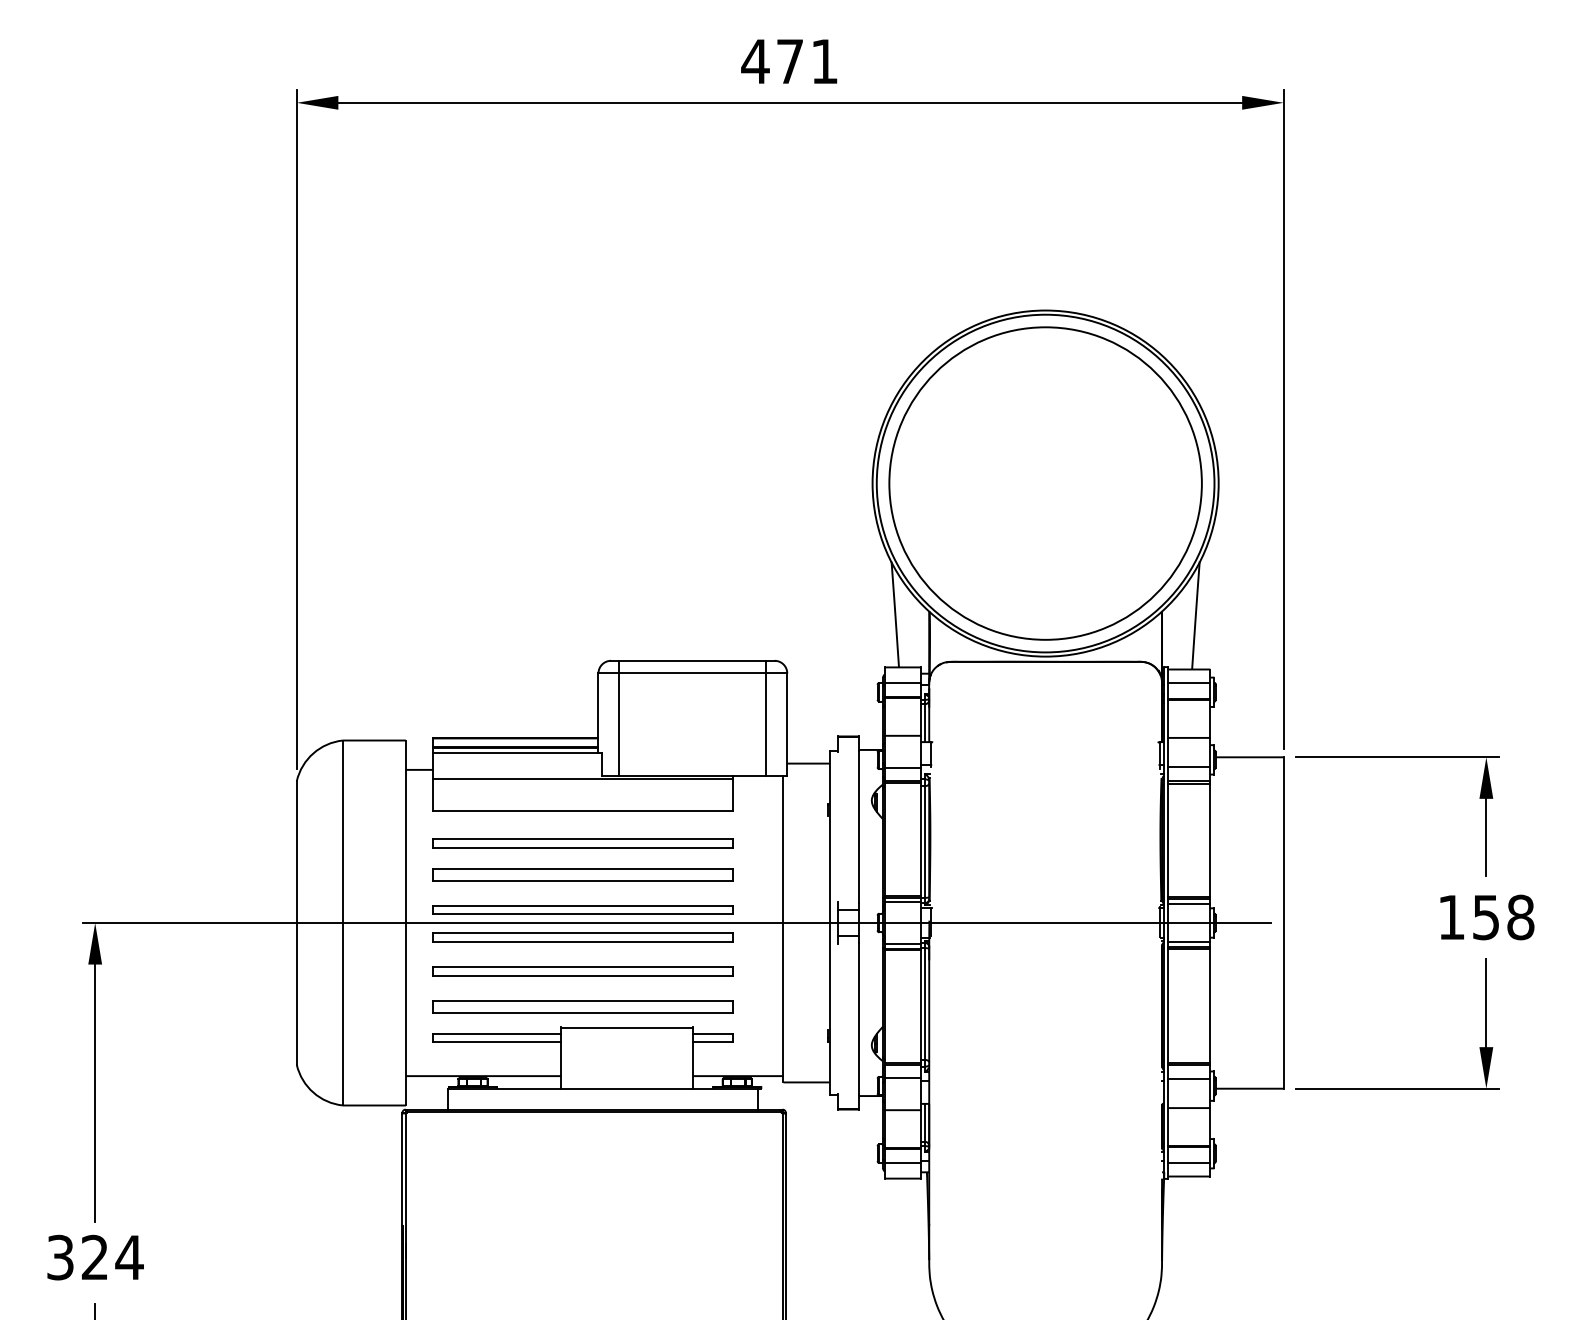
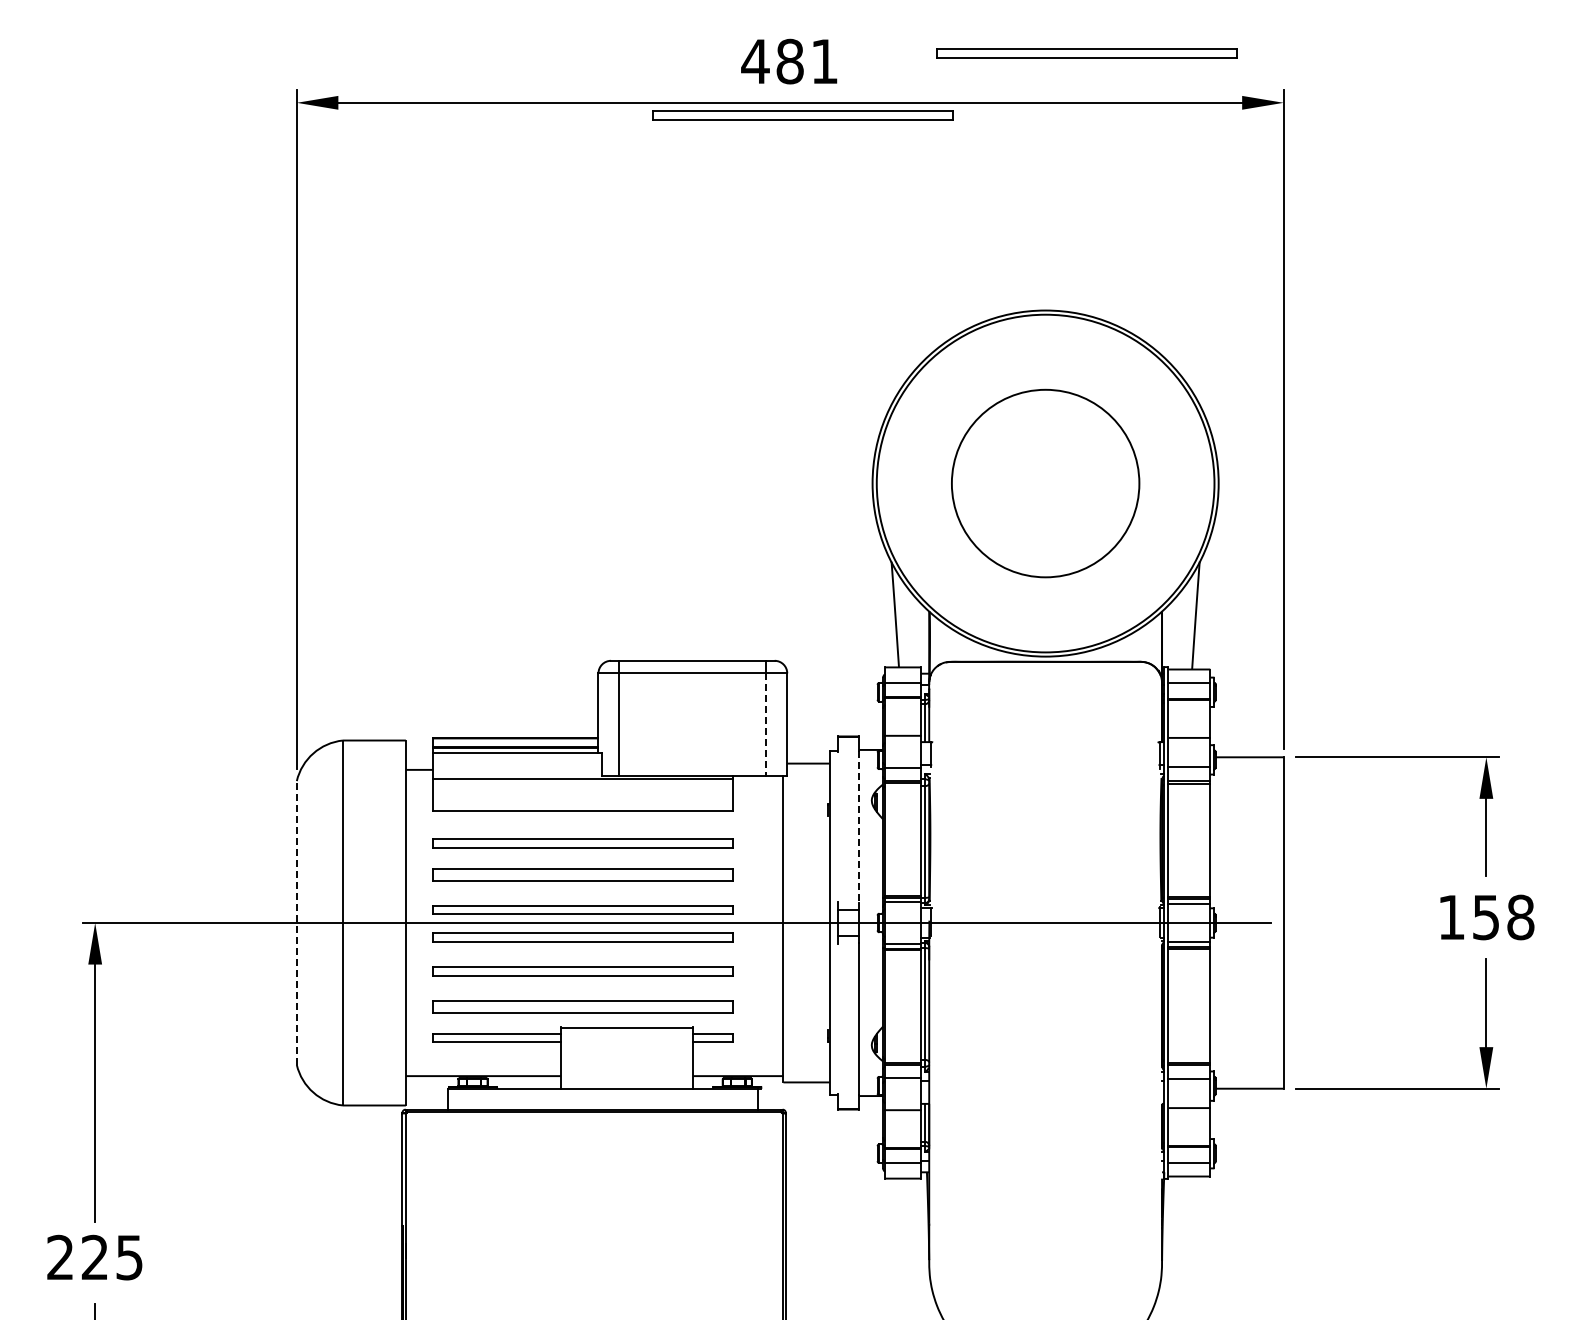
part at (1086, 53): none -> present
text at (789, 61): 471 -> 481
part at (802, 115): none -> present
circle at (1045, 483) diameter: 313 px -> 188 px
line at (766, 725): solid -> dashed
line at (858, 826): solid -> dashed
line at (296, 923): solid -> dashed
text at (95, 1257): 324 -> 225
